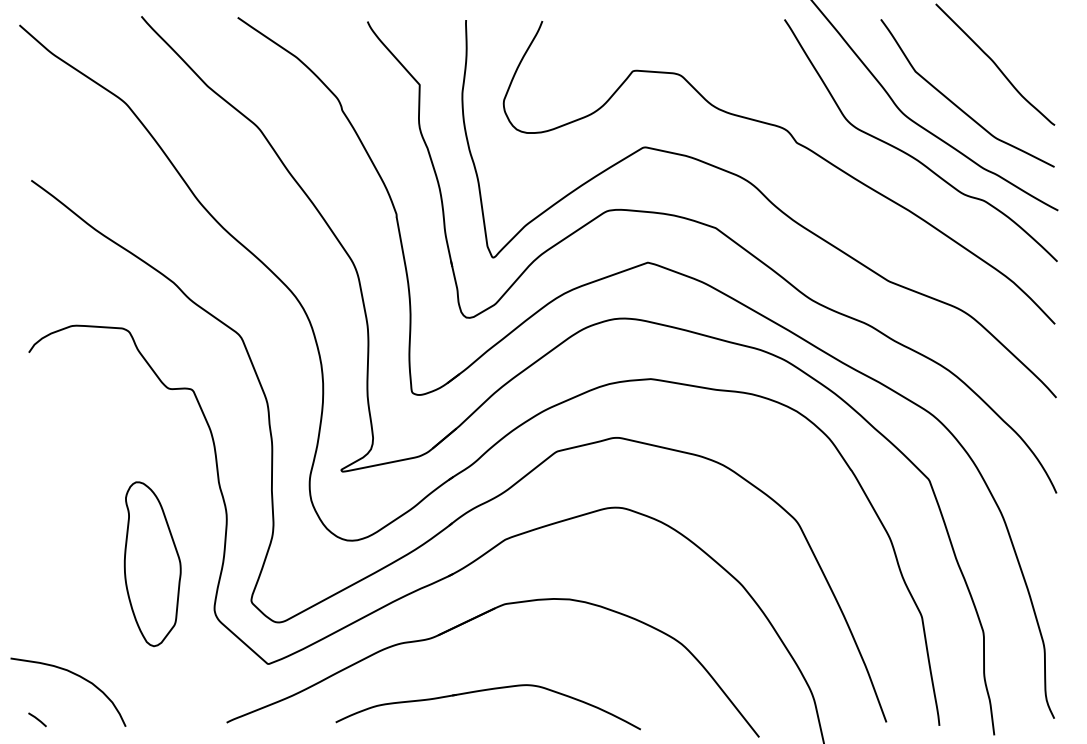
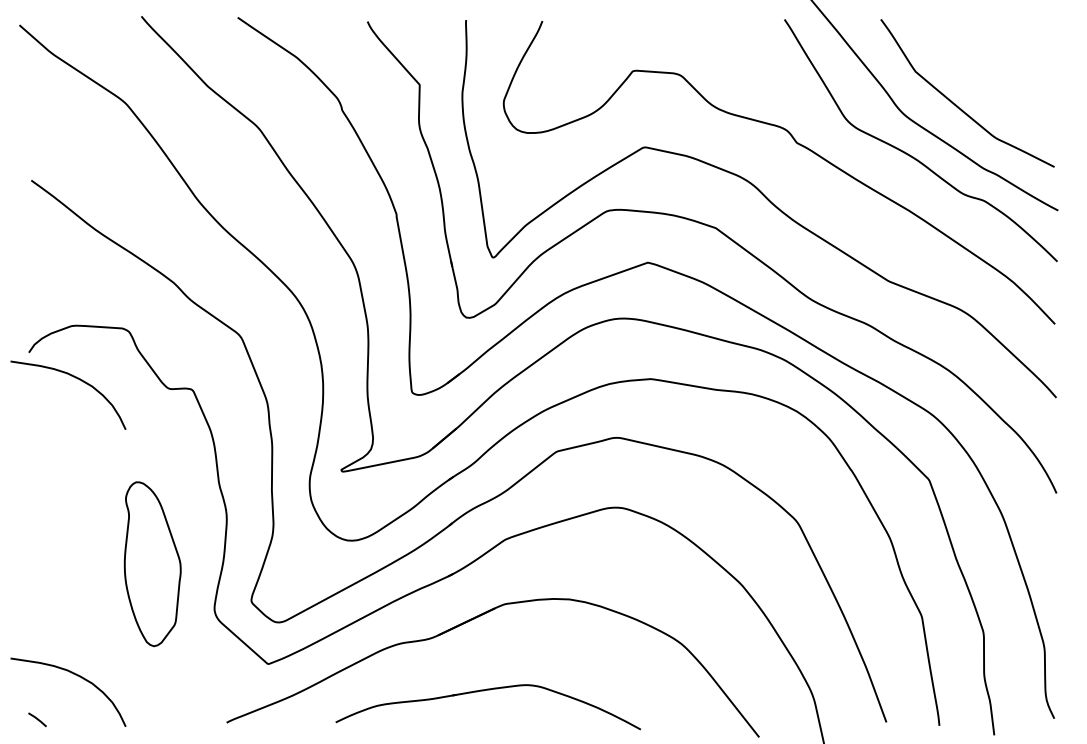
curve at (995, 64): present -> none
curve at (75, 378): none -> present
